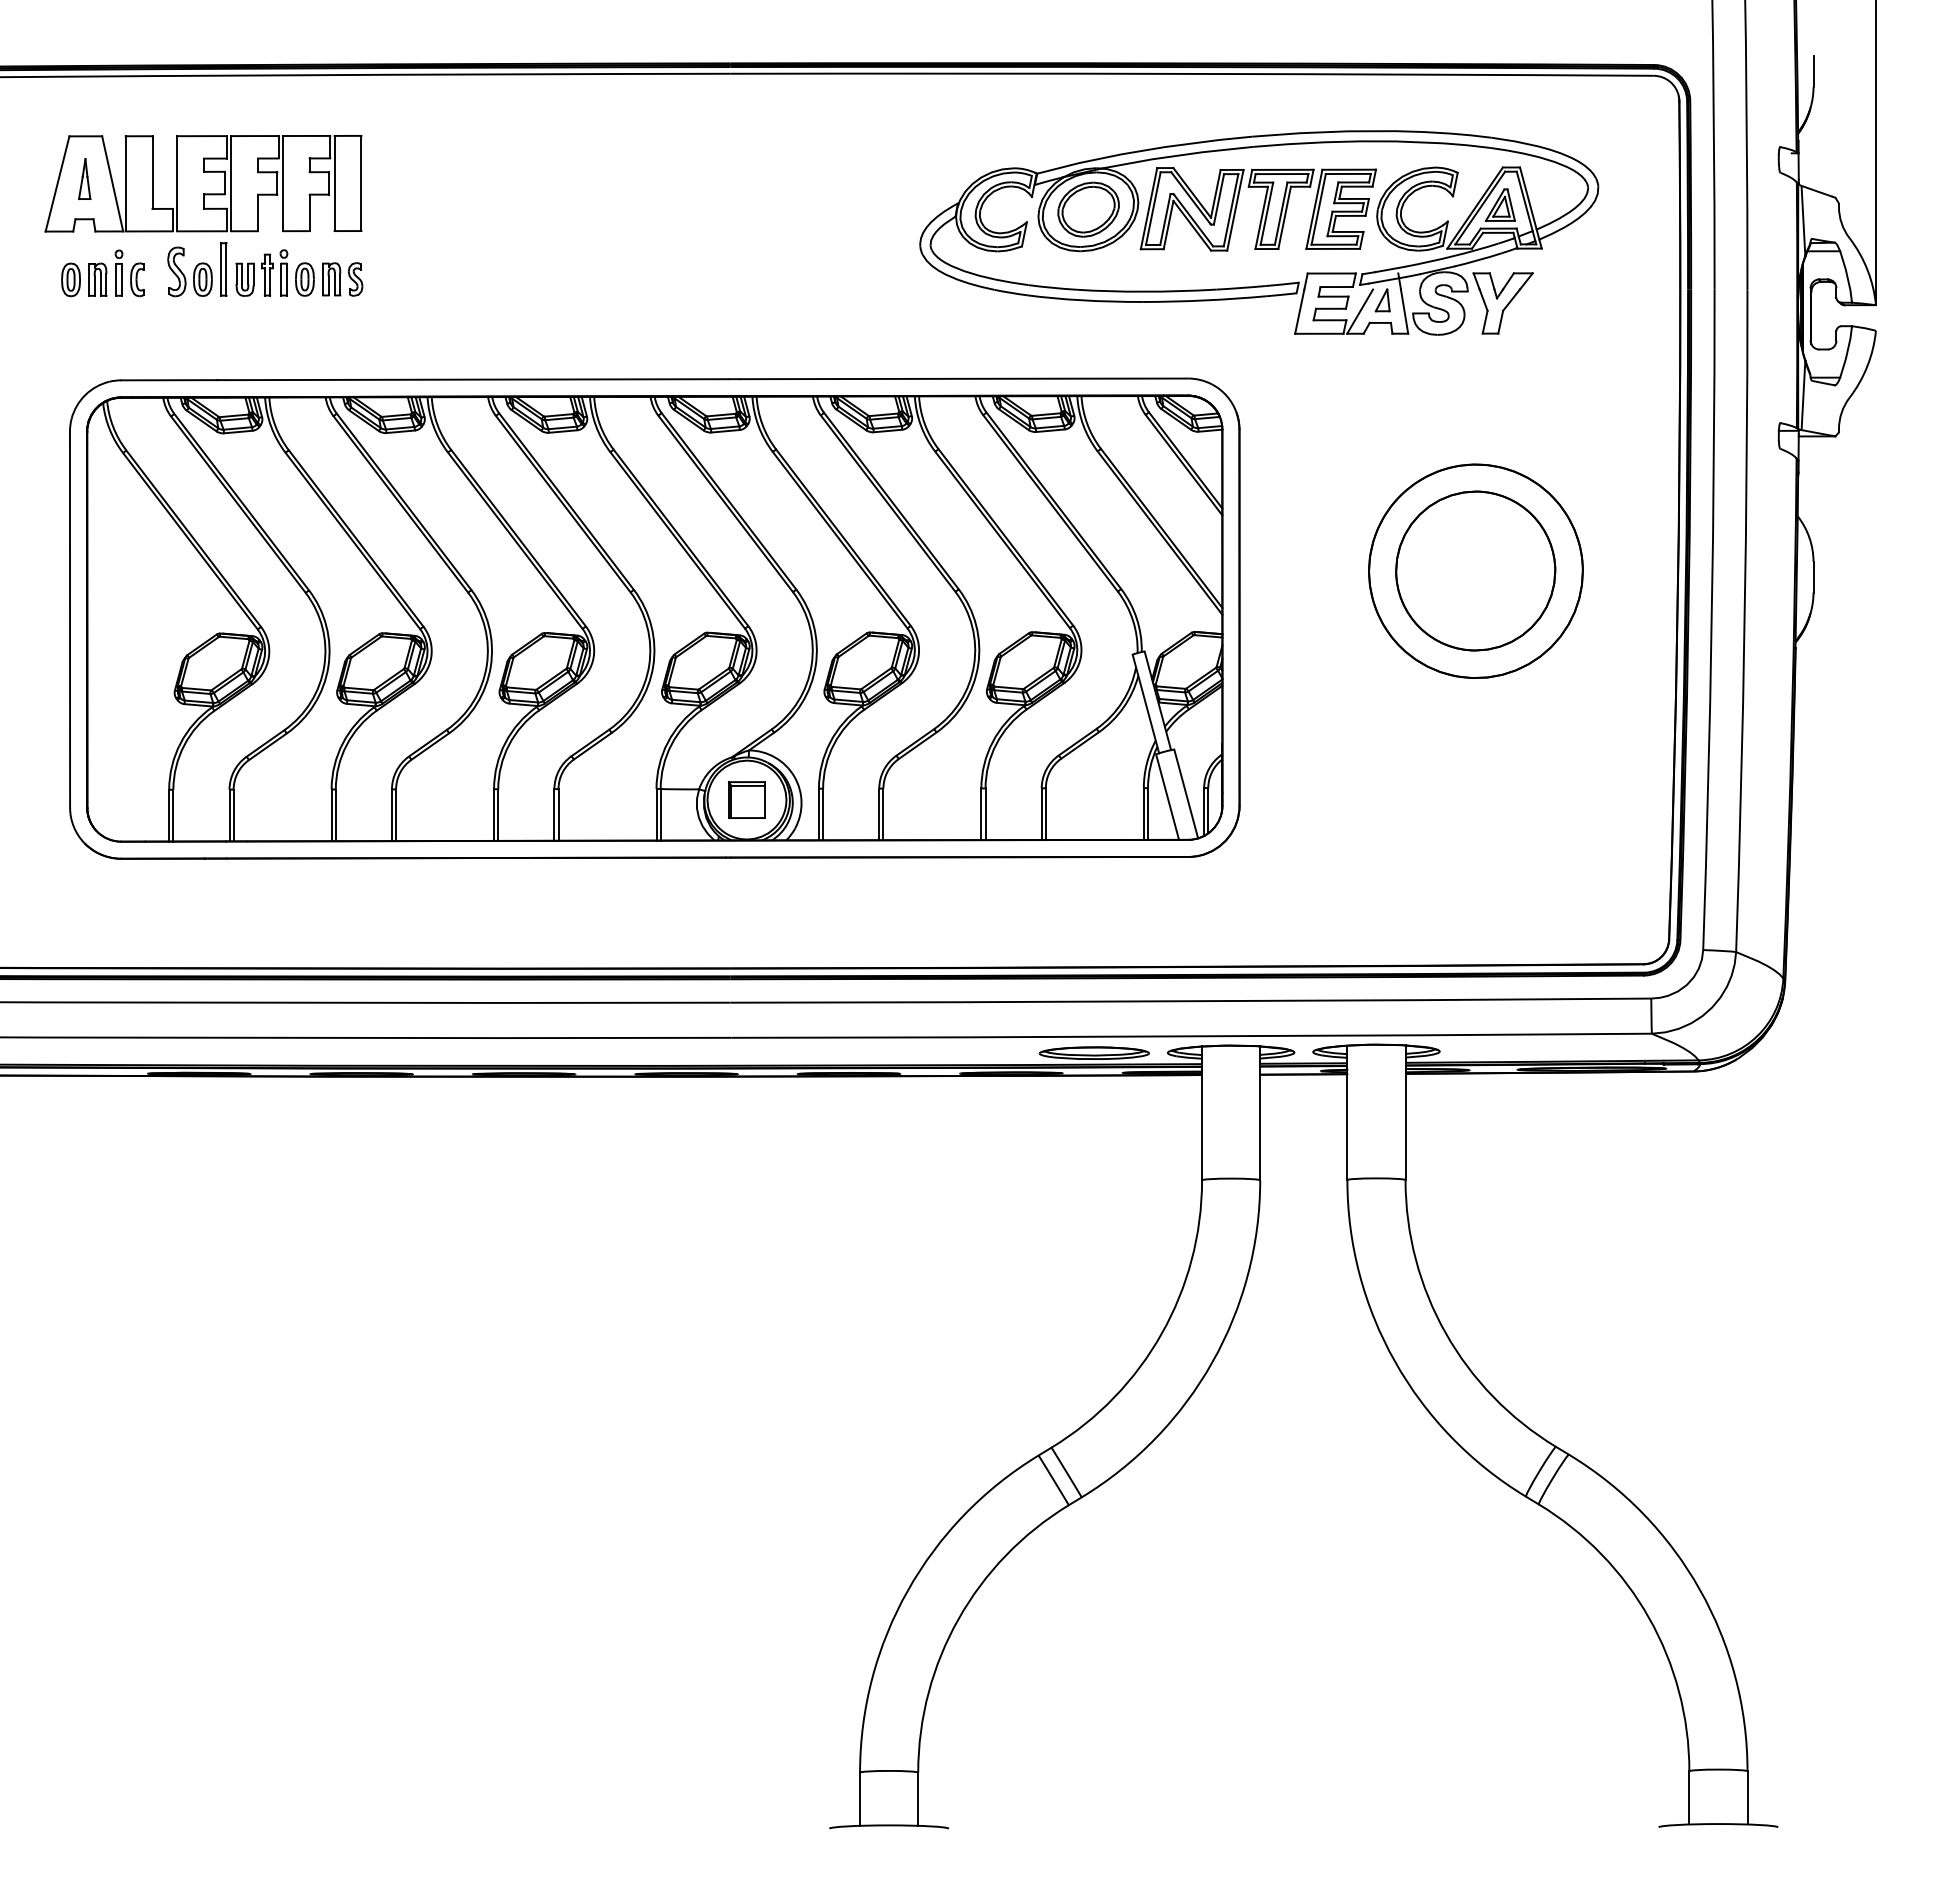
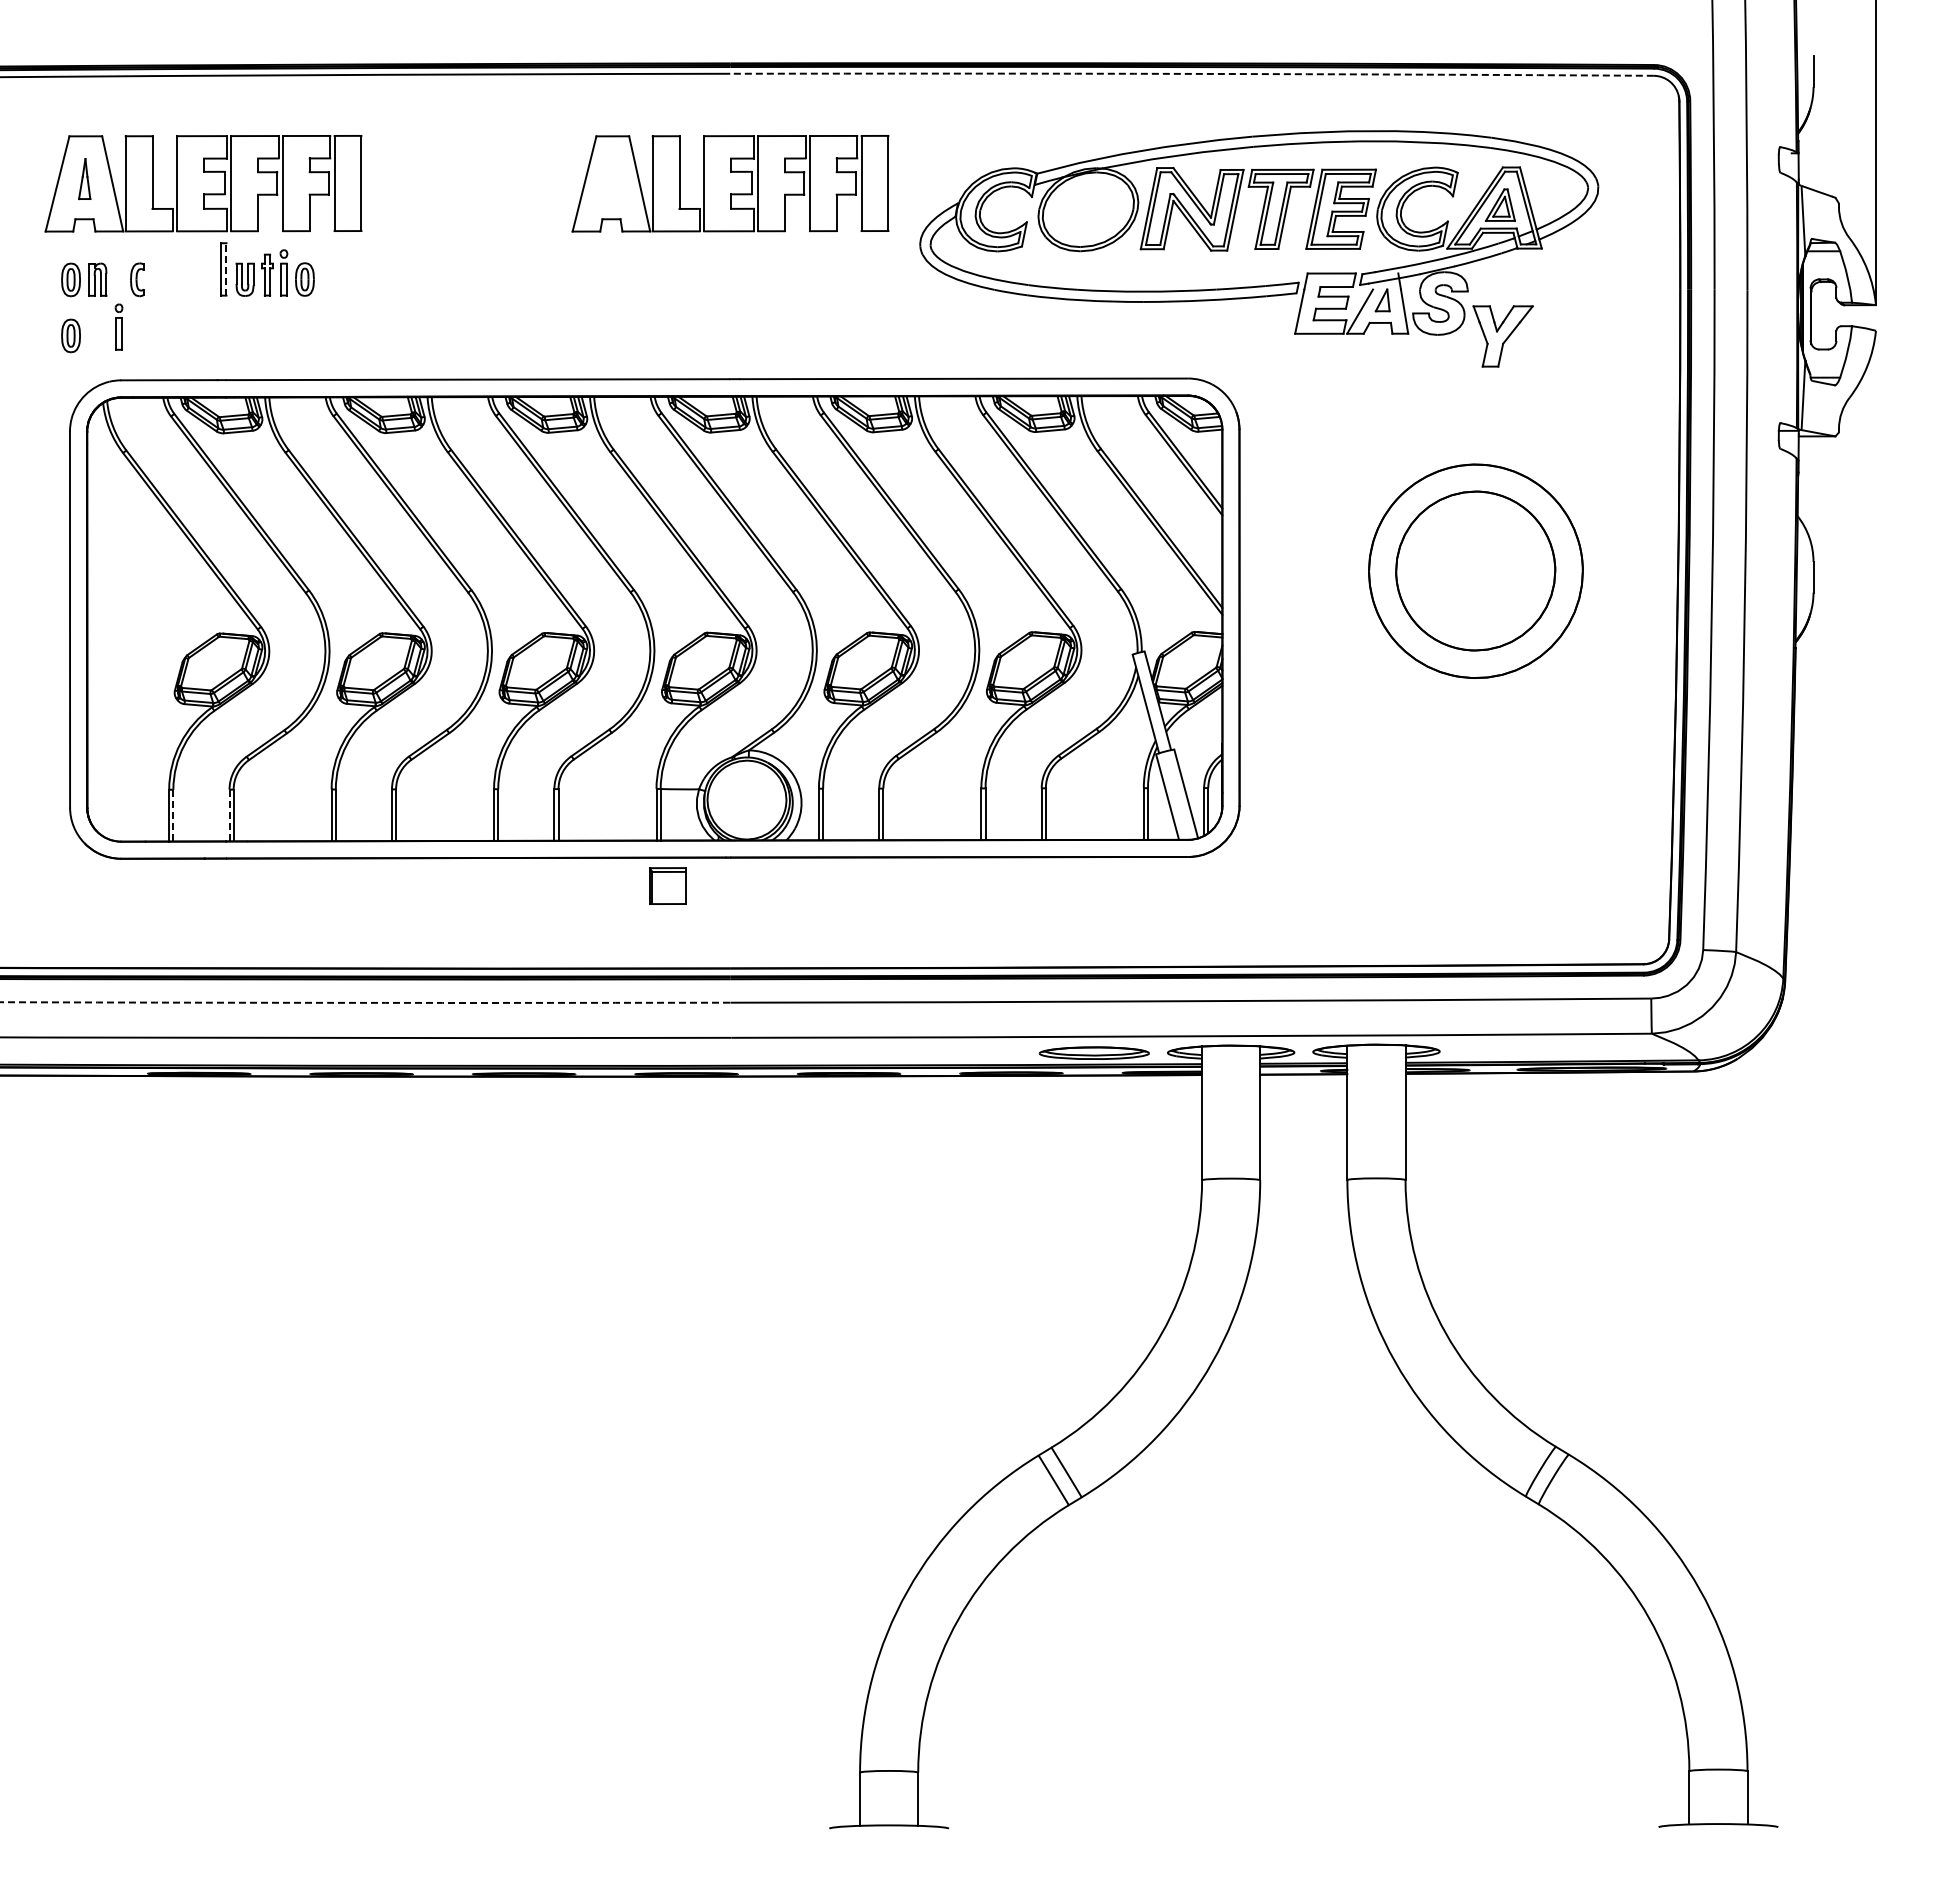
arc at (1192, 73): solid -> dashed
part at (730, 183): none -> present
part at (1088, 209): present -> none
line at (226, 268): solid -> dashed
part at (189, 271): present -> none
part at (118, 272) position: (118, 272) -> (118, 326)
part at (342, 279): present -> none
part at (1502, 303) position: (1502, 303) -> (1502, 336)
part at (70, 335): none -> present
part at (746, 799) position: (746, 799) -> (667, 885)
line at (173, 815): solid -> dashed
line at (229, 815): solid -> dashed
arc at (364, 1002): solid -> dashed
